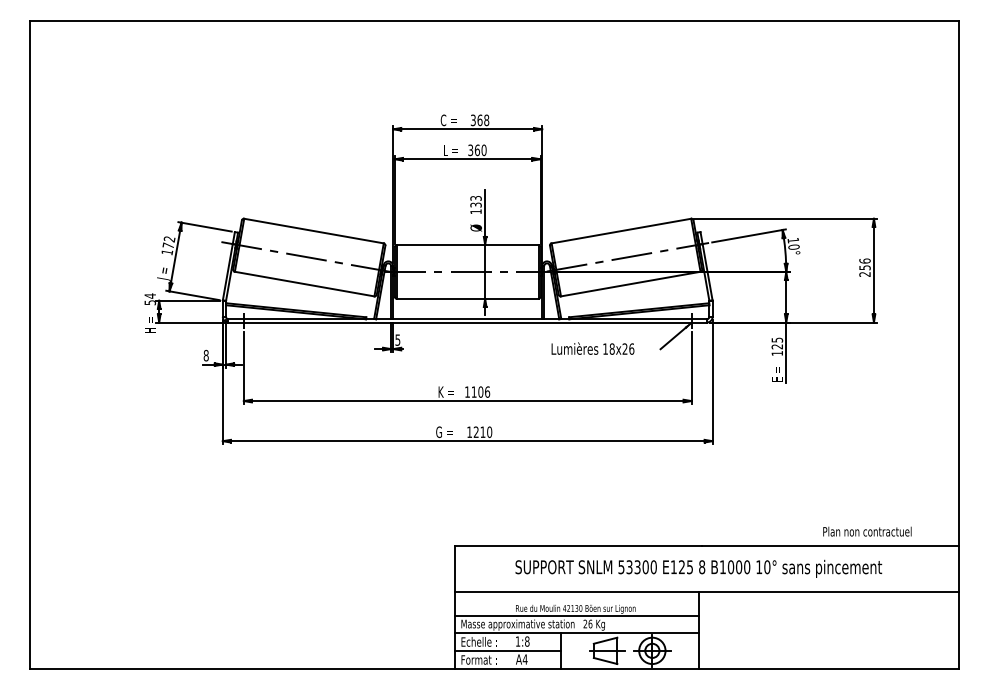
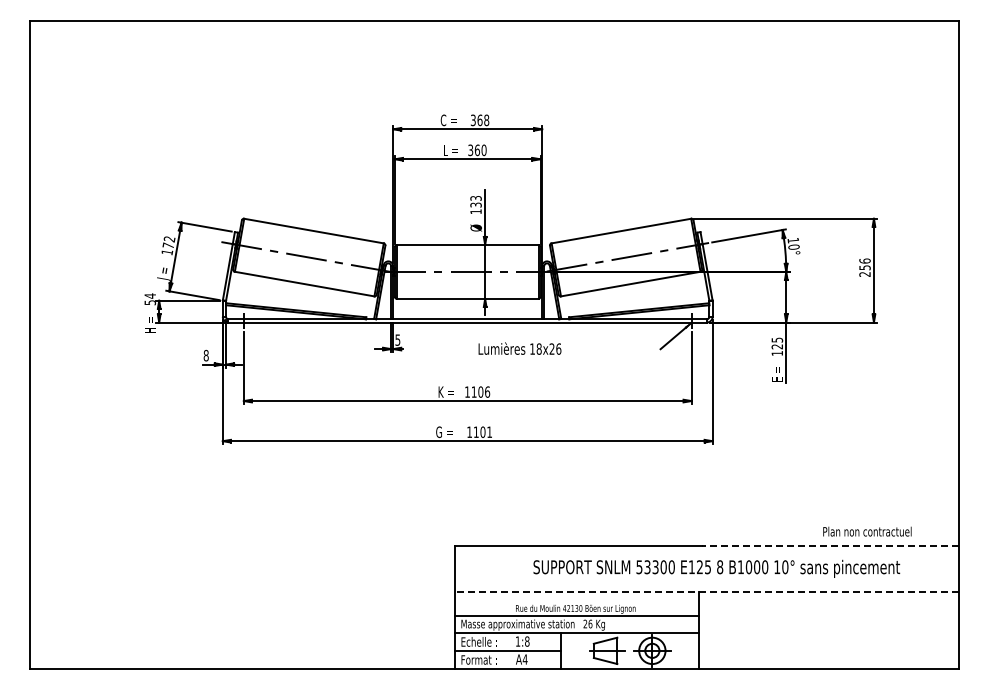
text at (592, 348) position: (592, 348) -> (519, 348)
text at (482, 431): 1210 -> 1101
line at (830, 545): solid -> dashed
text at (698, 568) position: (698, 568) -> (716, 568)
line at (707, 592): solid -> dashed
